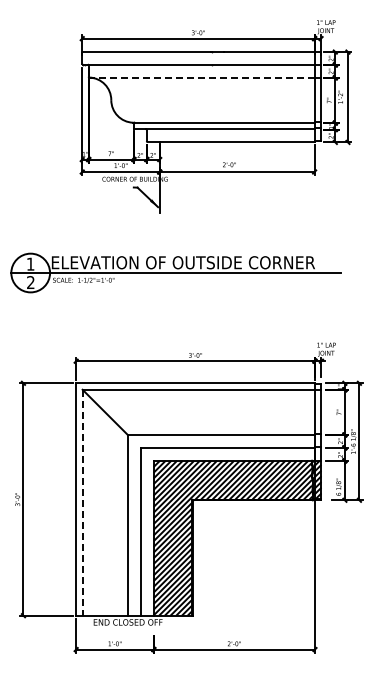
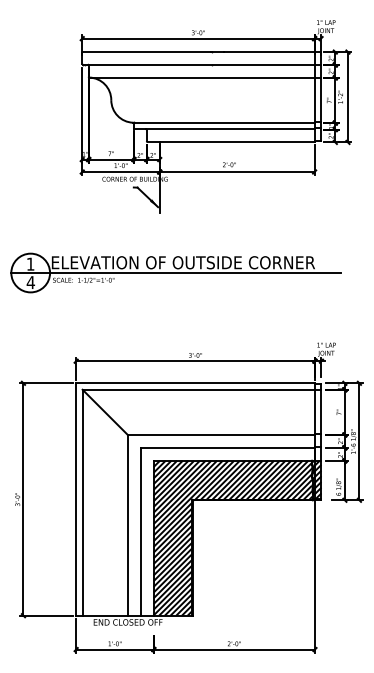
line at (201, 77): dashed -> solid
text at (30, 282): 2 -> 4
line at (82, 502): dashed -> solid
